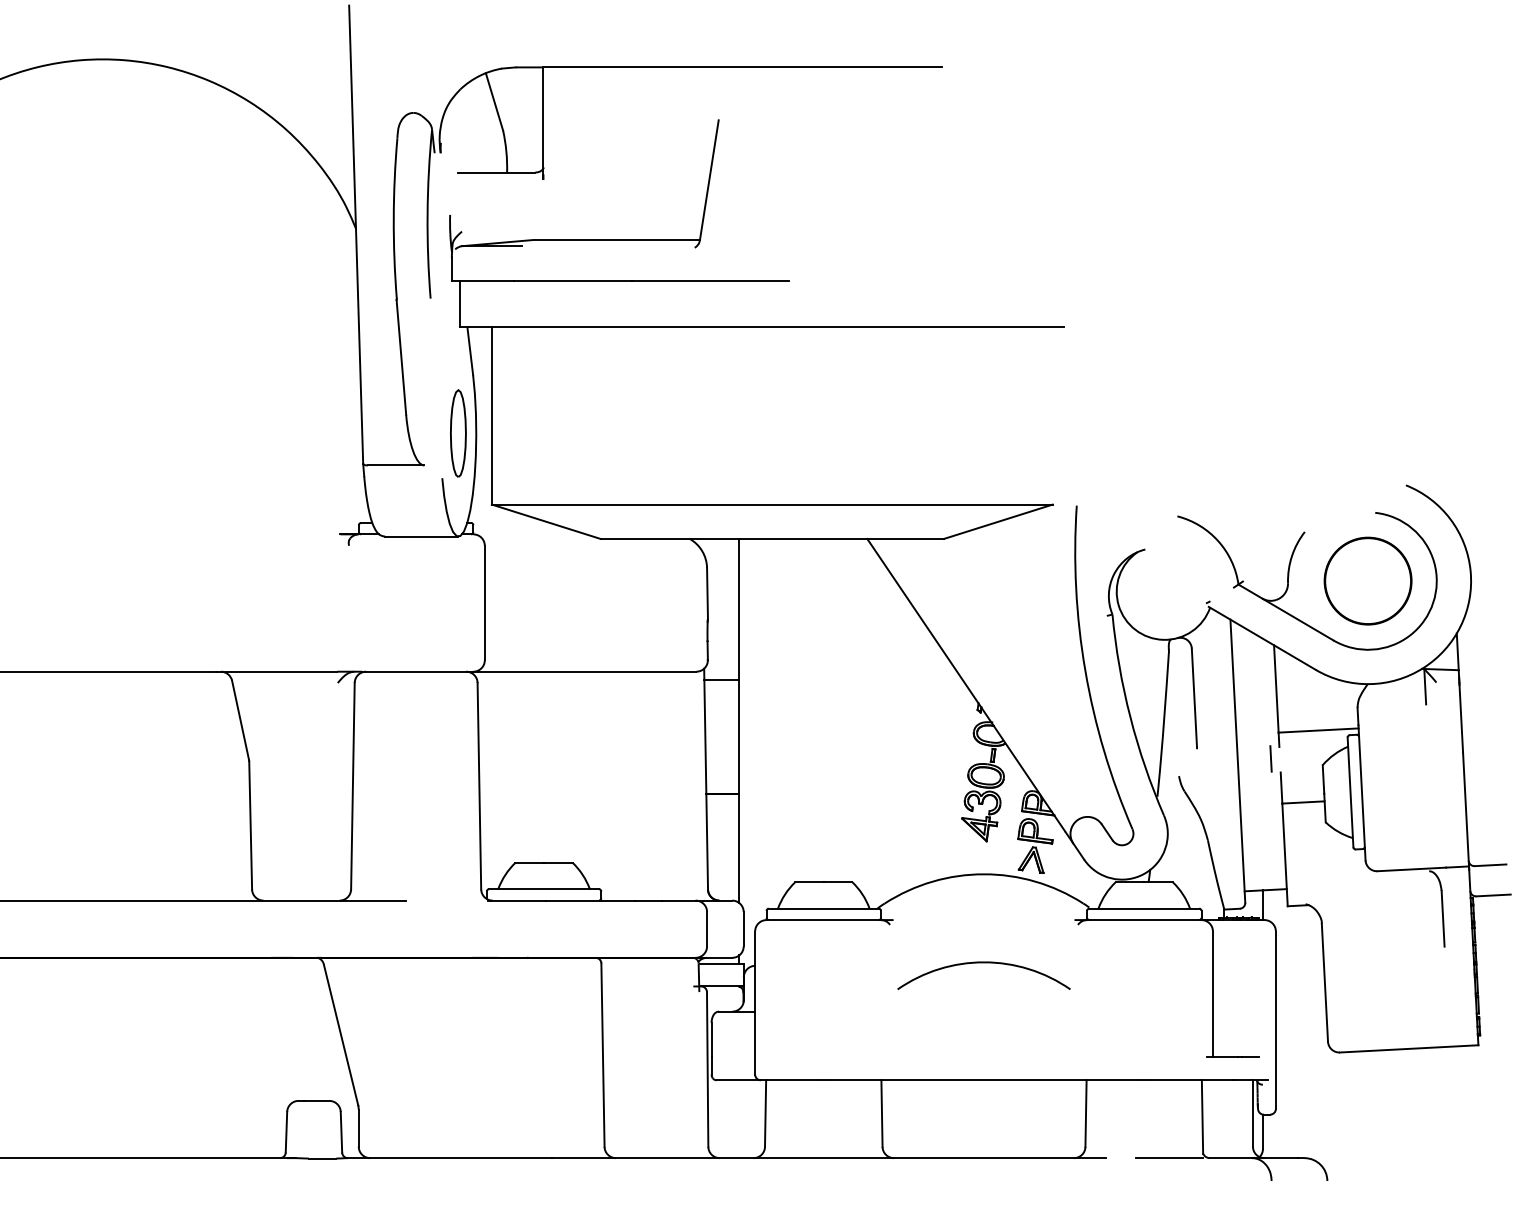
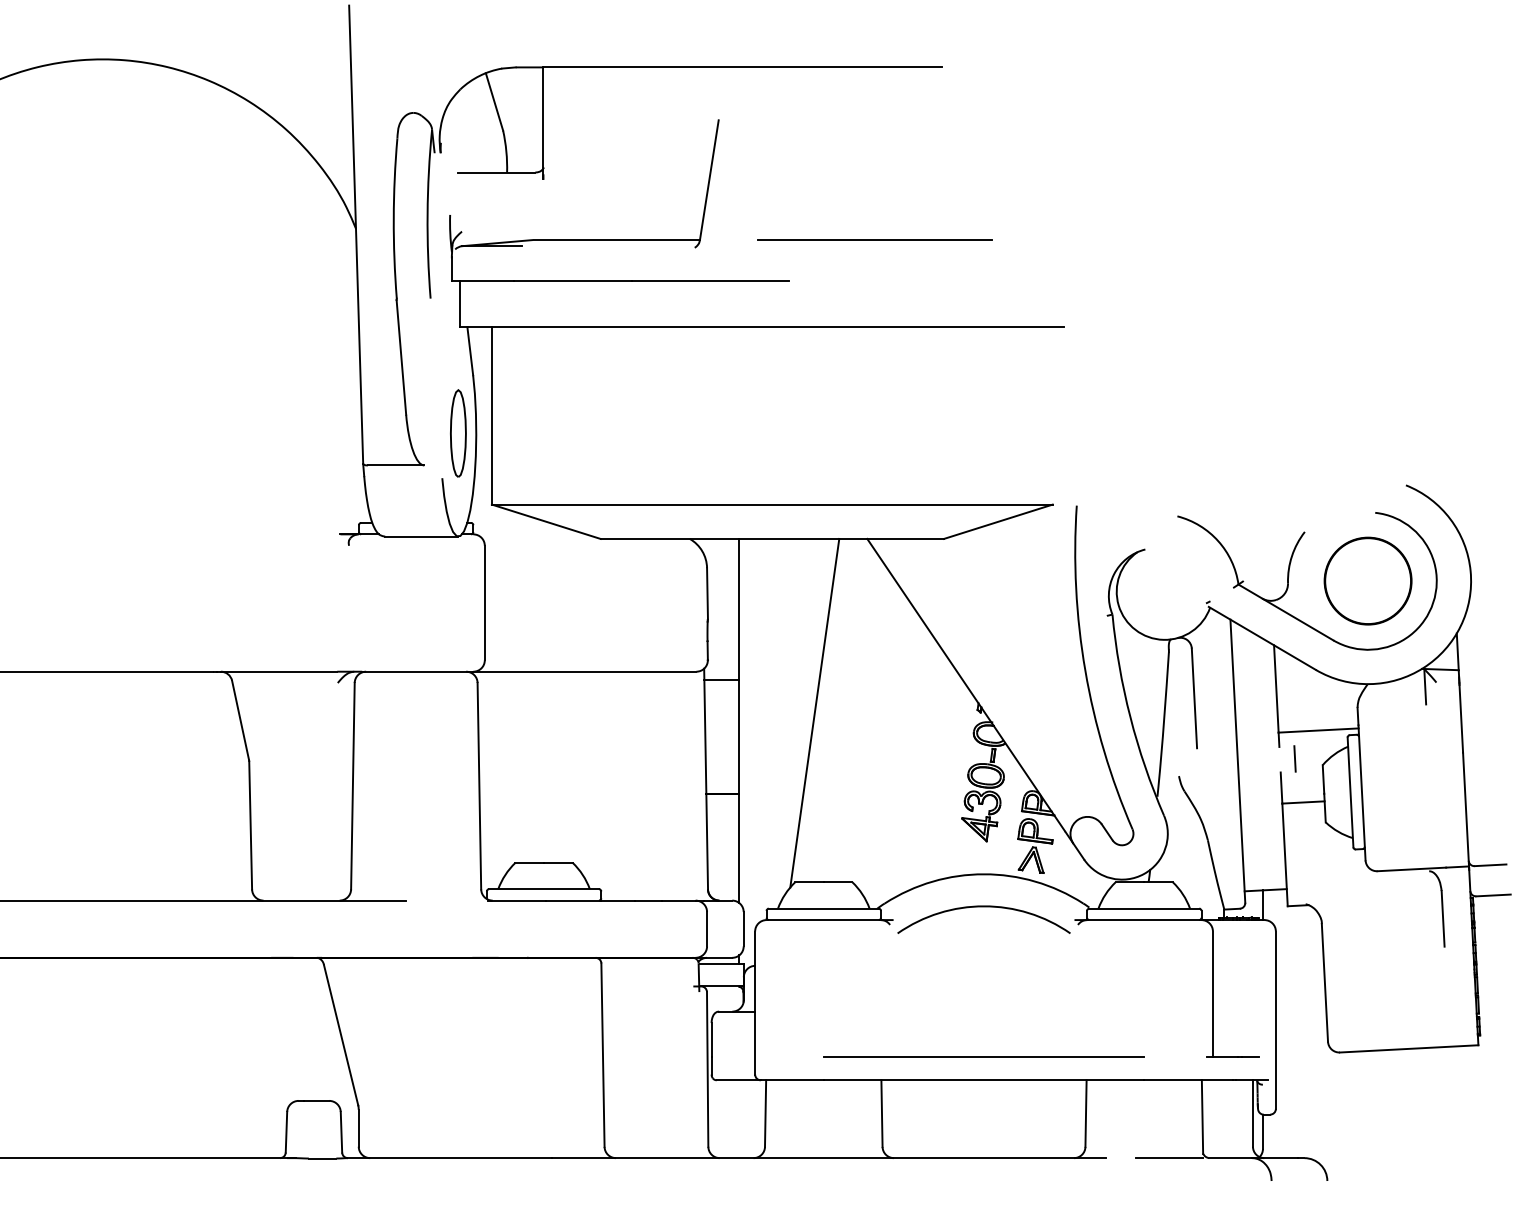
line at (874, 240): none -> present
line at (814, 712): none -> present
line at (1270, 758) position: (1270, 758) -> (1294, 758)
arc at (983, 963) position: (983, 963) -> (983, 907)
line at (983, 1057): none -> present
